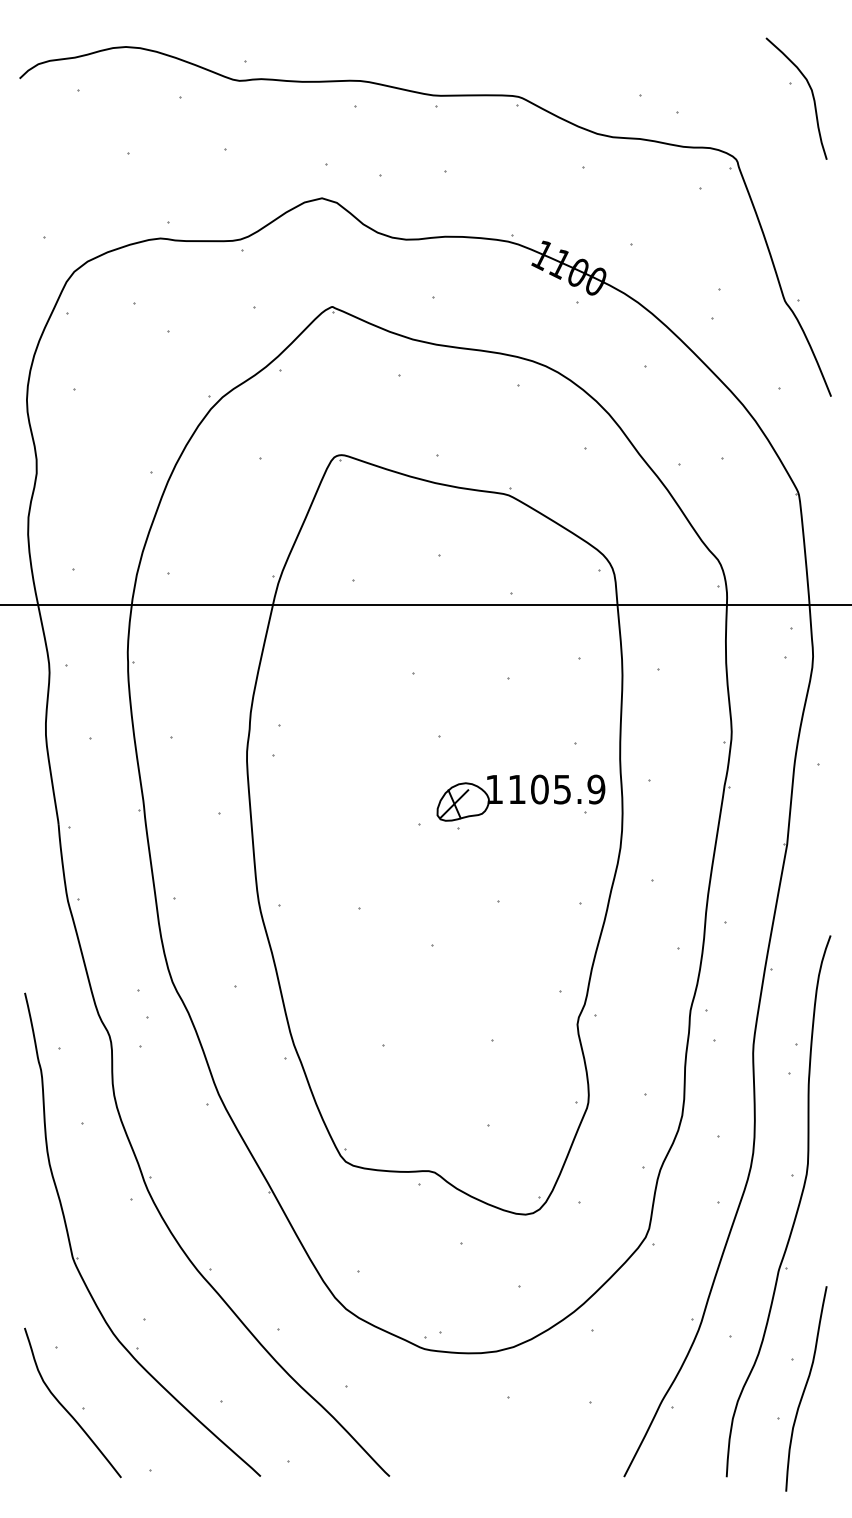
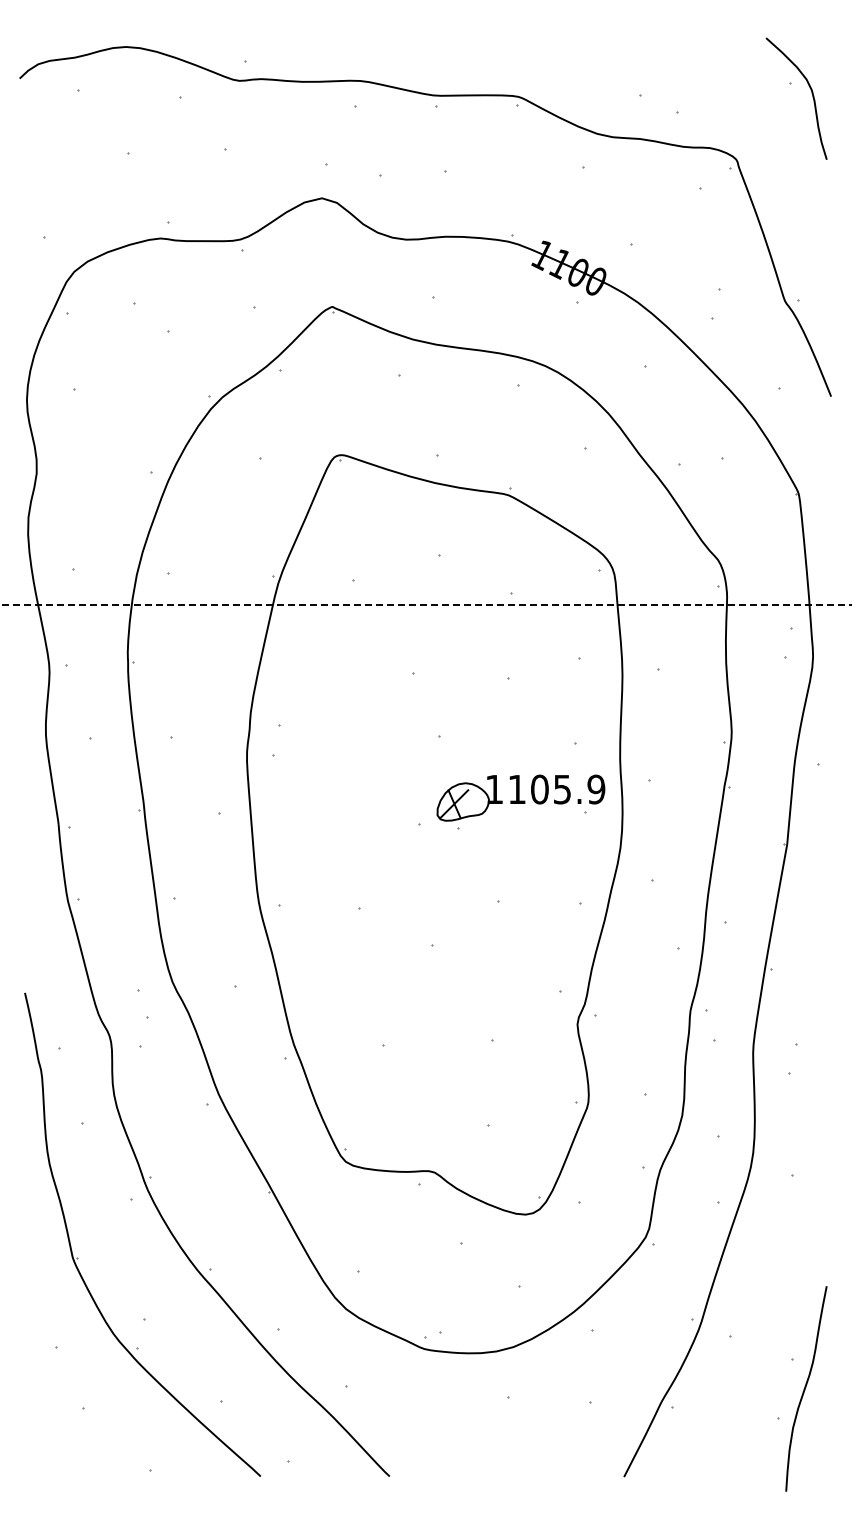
line at (425, 605): solid -> dashed
part at (796, 1209): present -> none
curve at (65, 1407): present -> none
